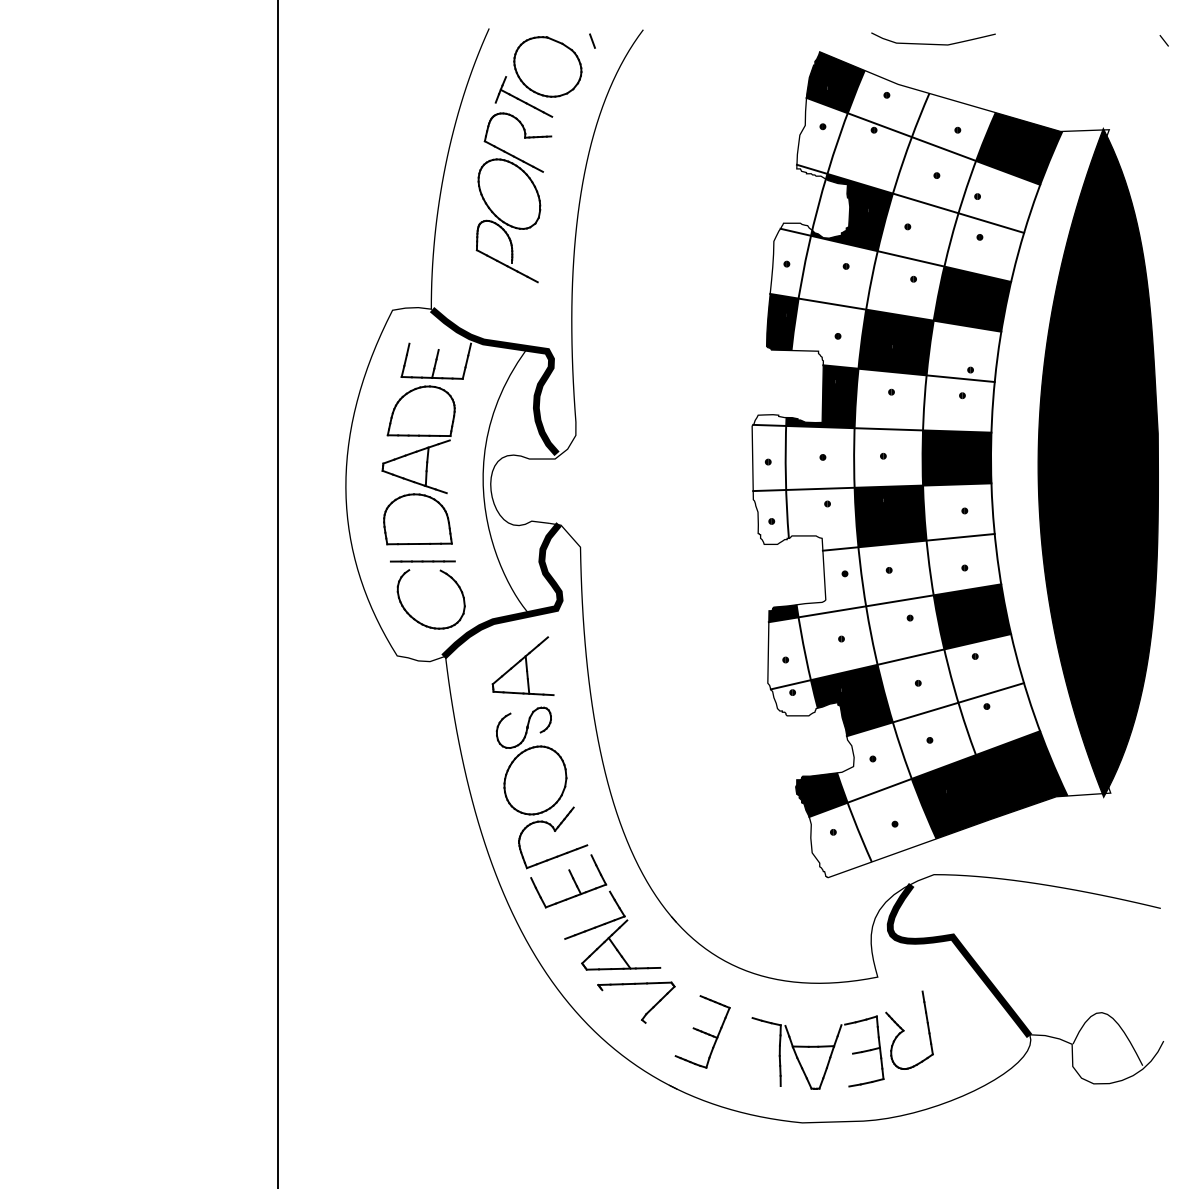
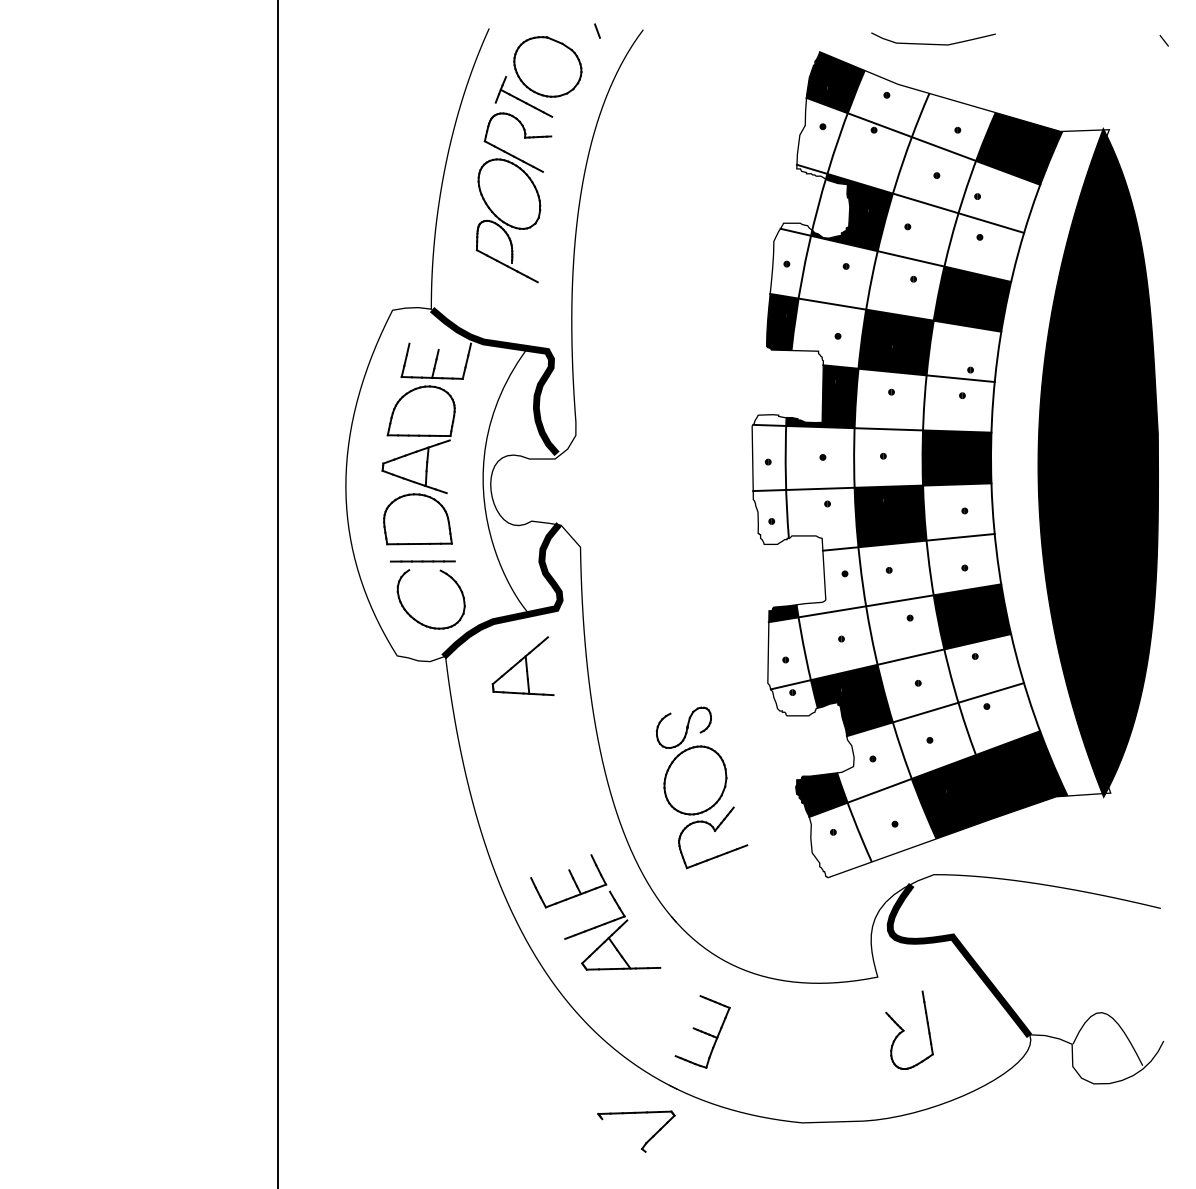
line at (592, 40) position: (592, 40) -> (597, 30)
part at (541, 787) position: (541, 787) -> (701, 787)
part at (646, 1012) position: (646, 1012) -> (646, 1141)
part at (817, 1052): present -> none
